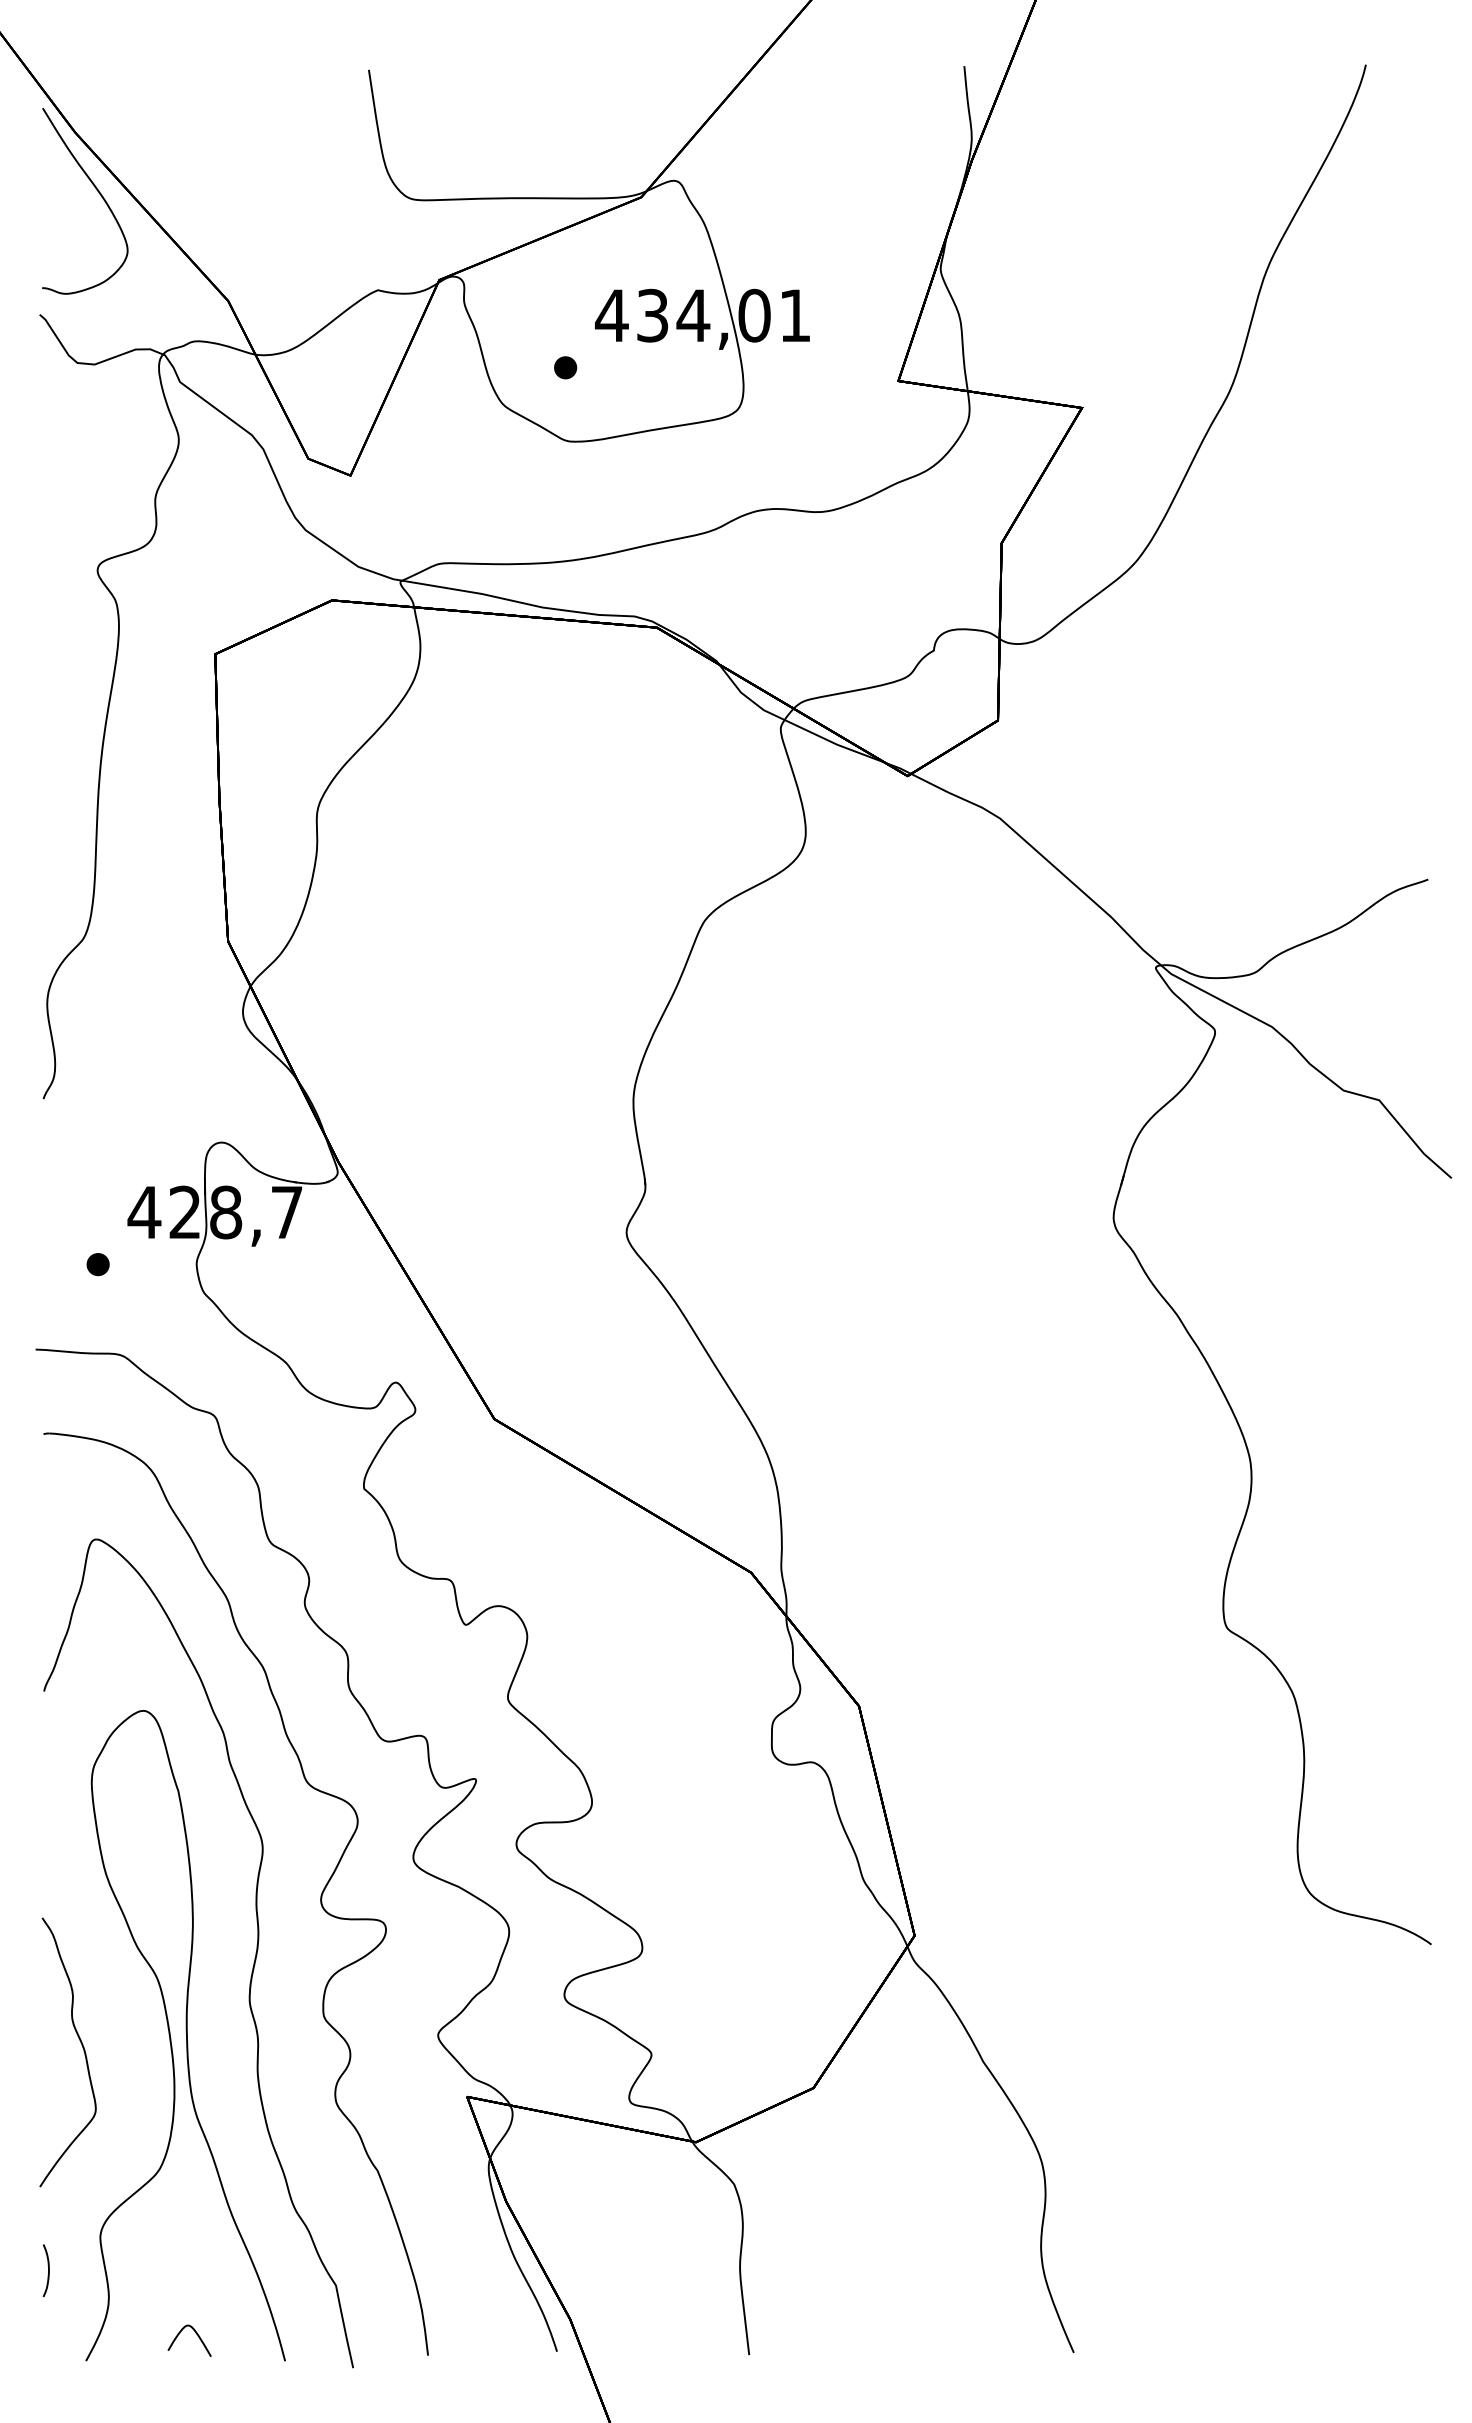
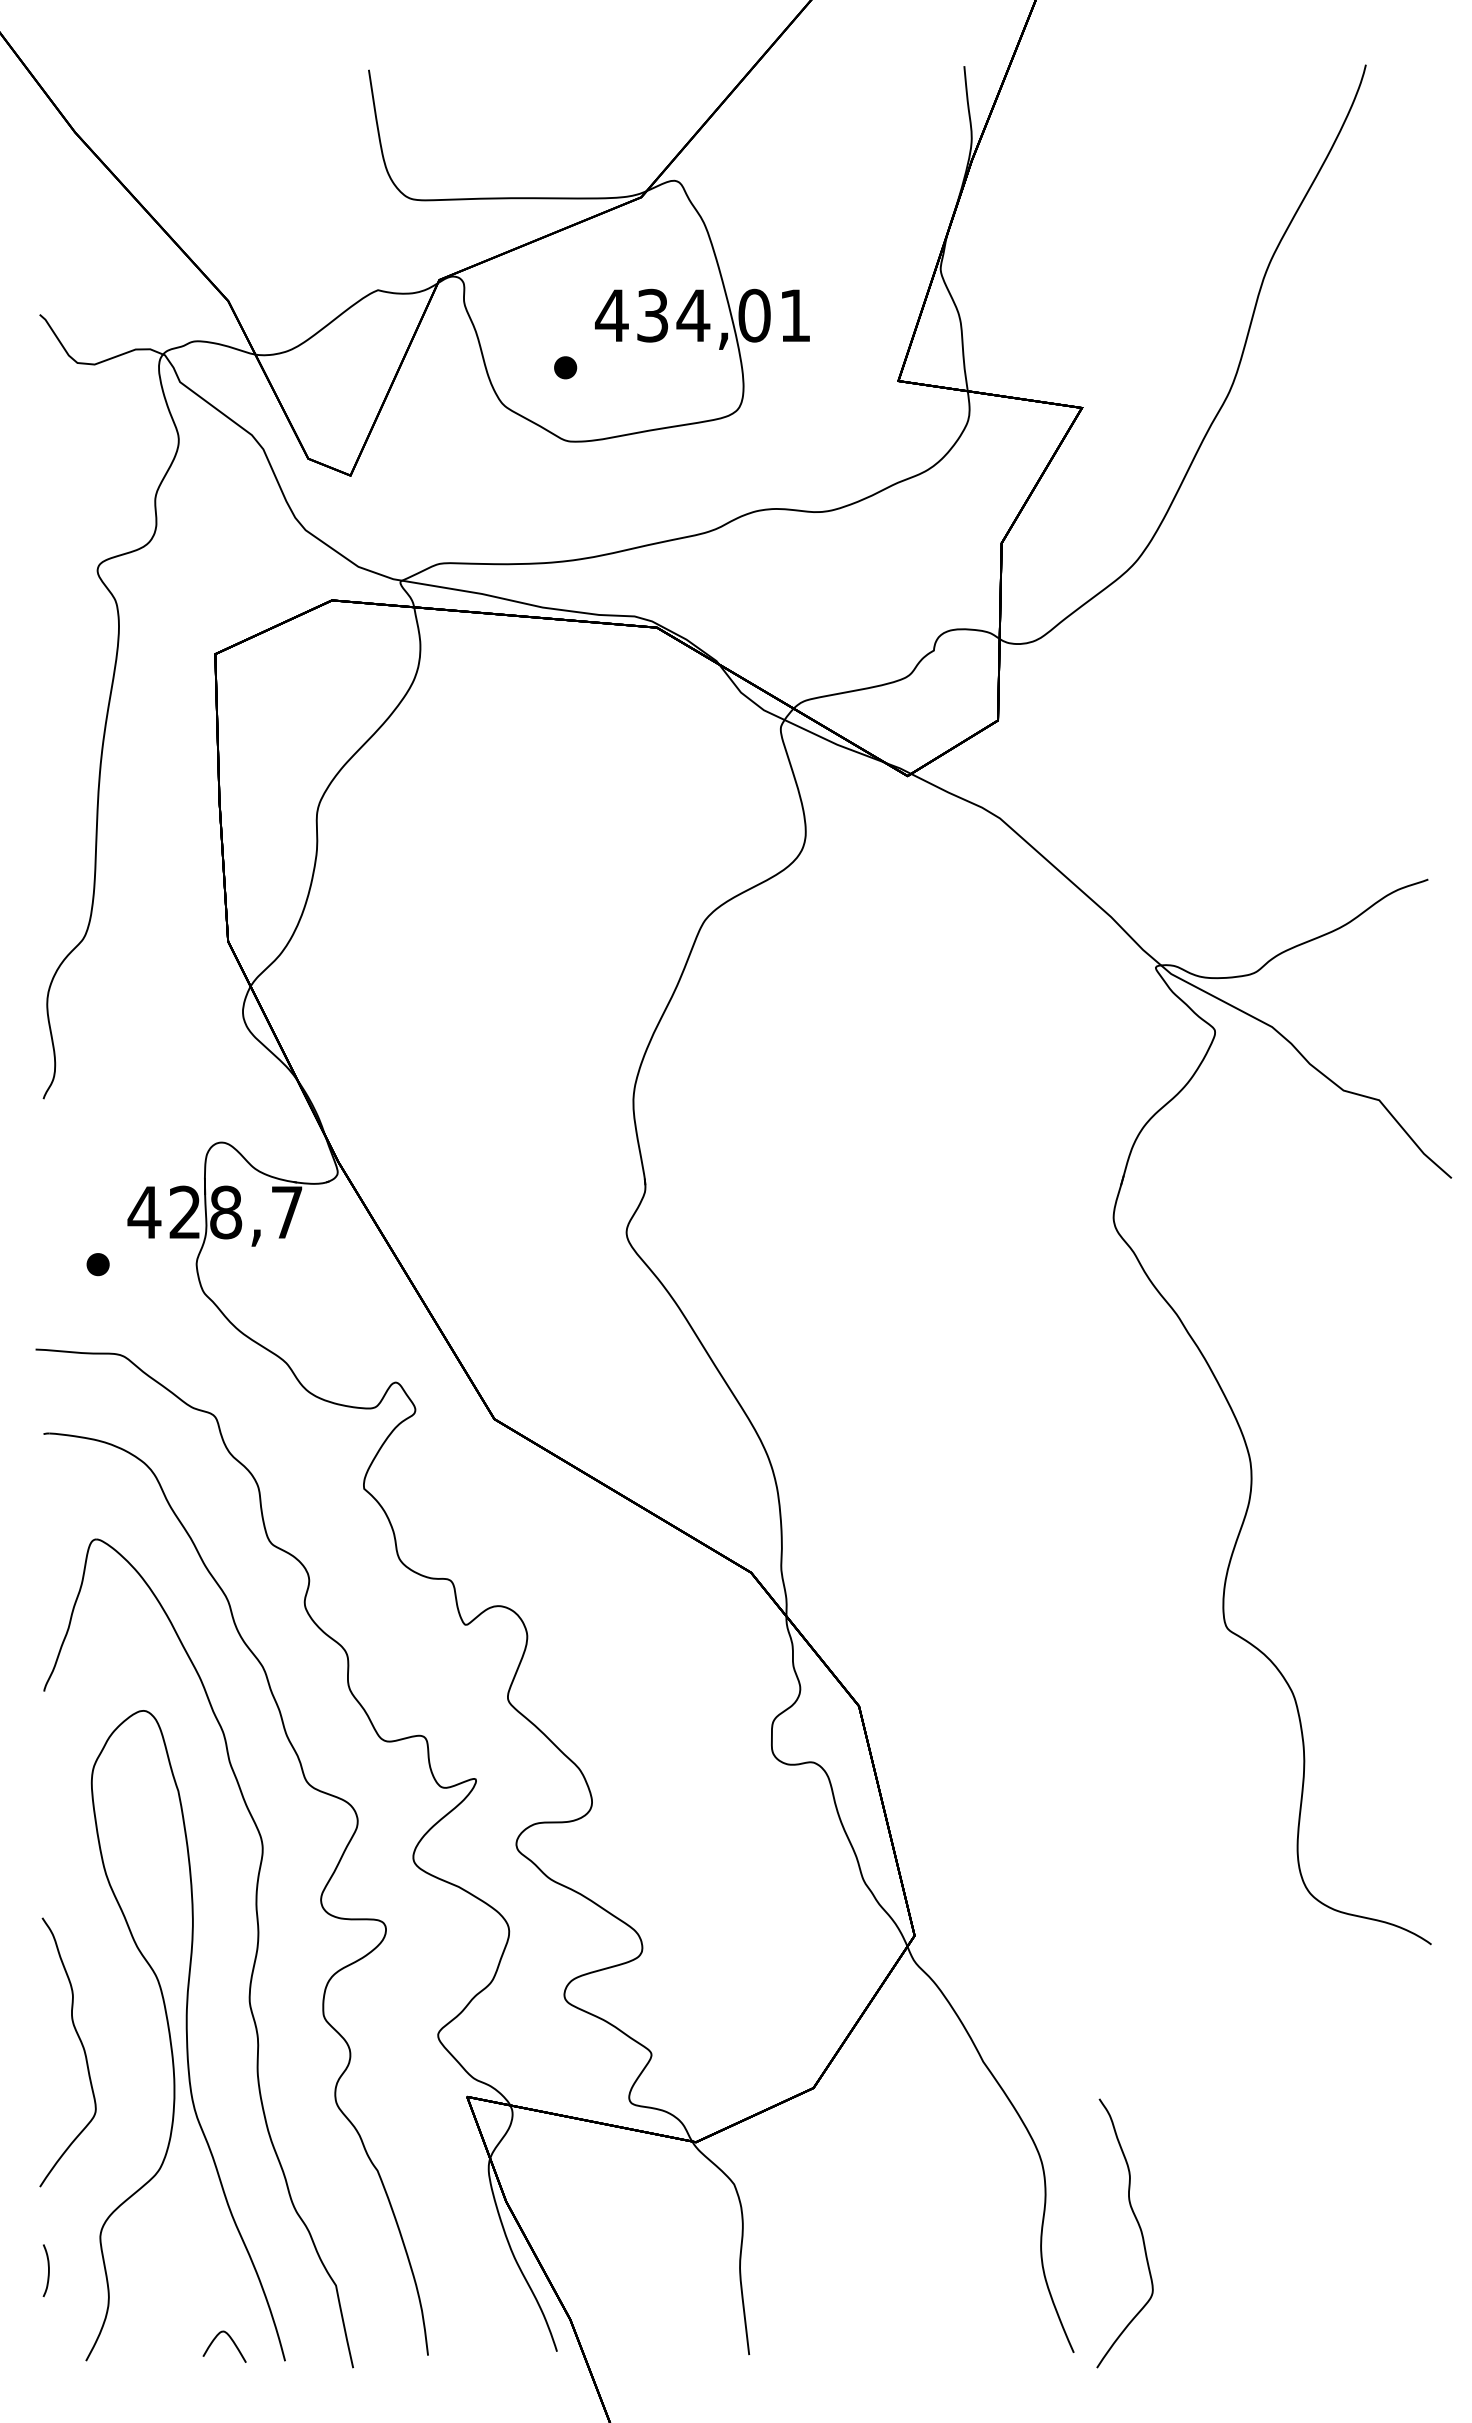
curve at (96, 190): present -> none
curve at (1139, 2229): none -> present
curve at (197, 2336) position: (197, 2336) -> (232, 2342)
